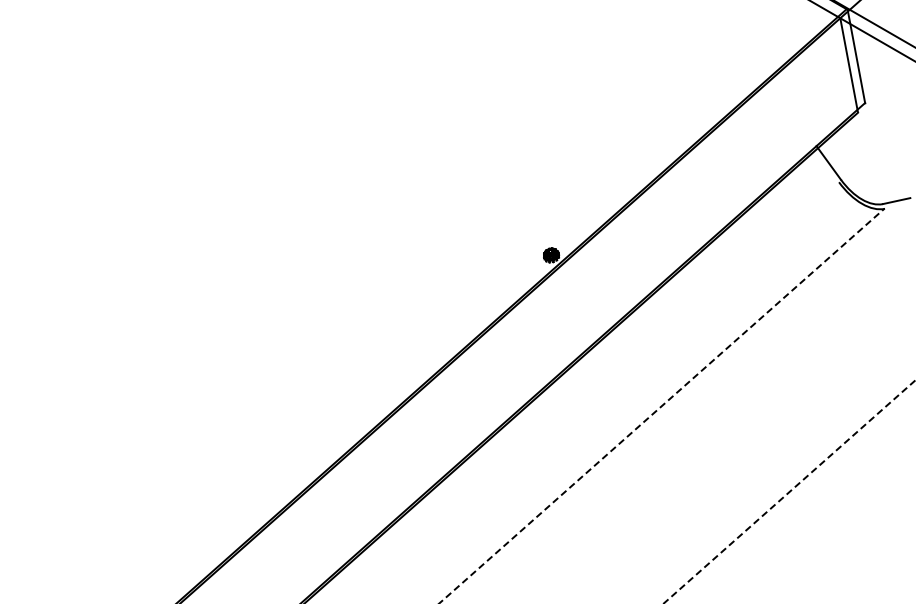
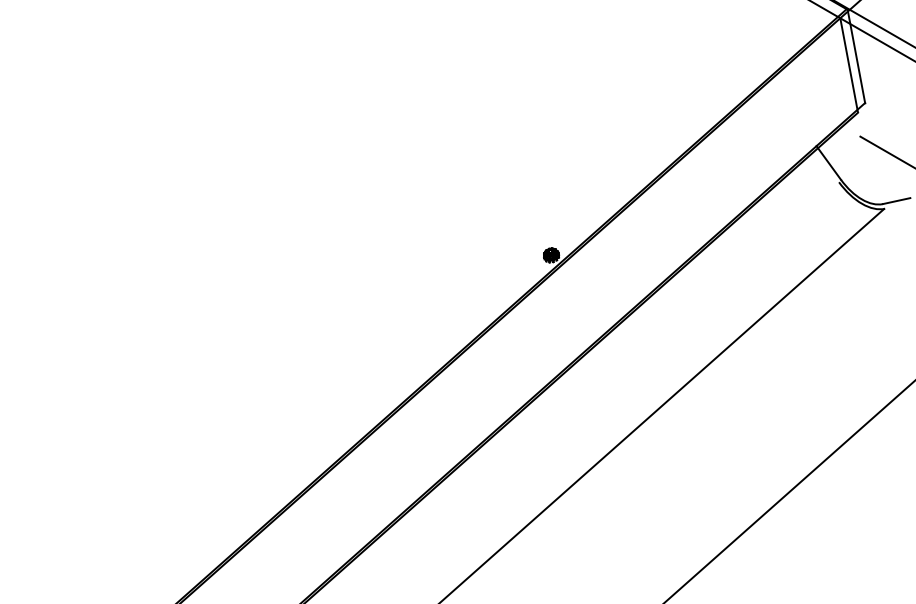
line at (886, 151): none -> present
line at (661, 406): dashed -> solid
line at (789, 491): dashed -> solid
